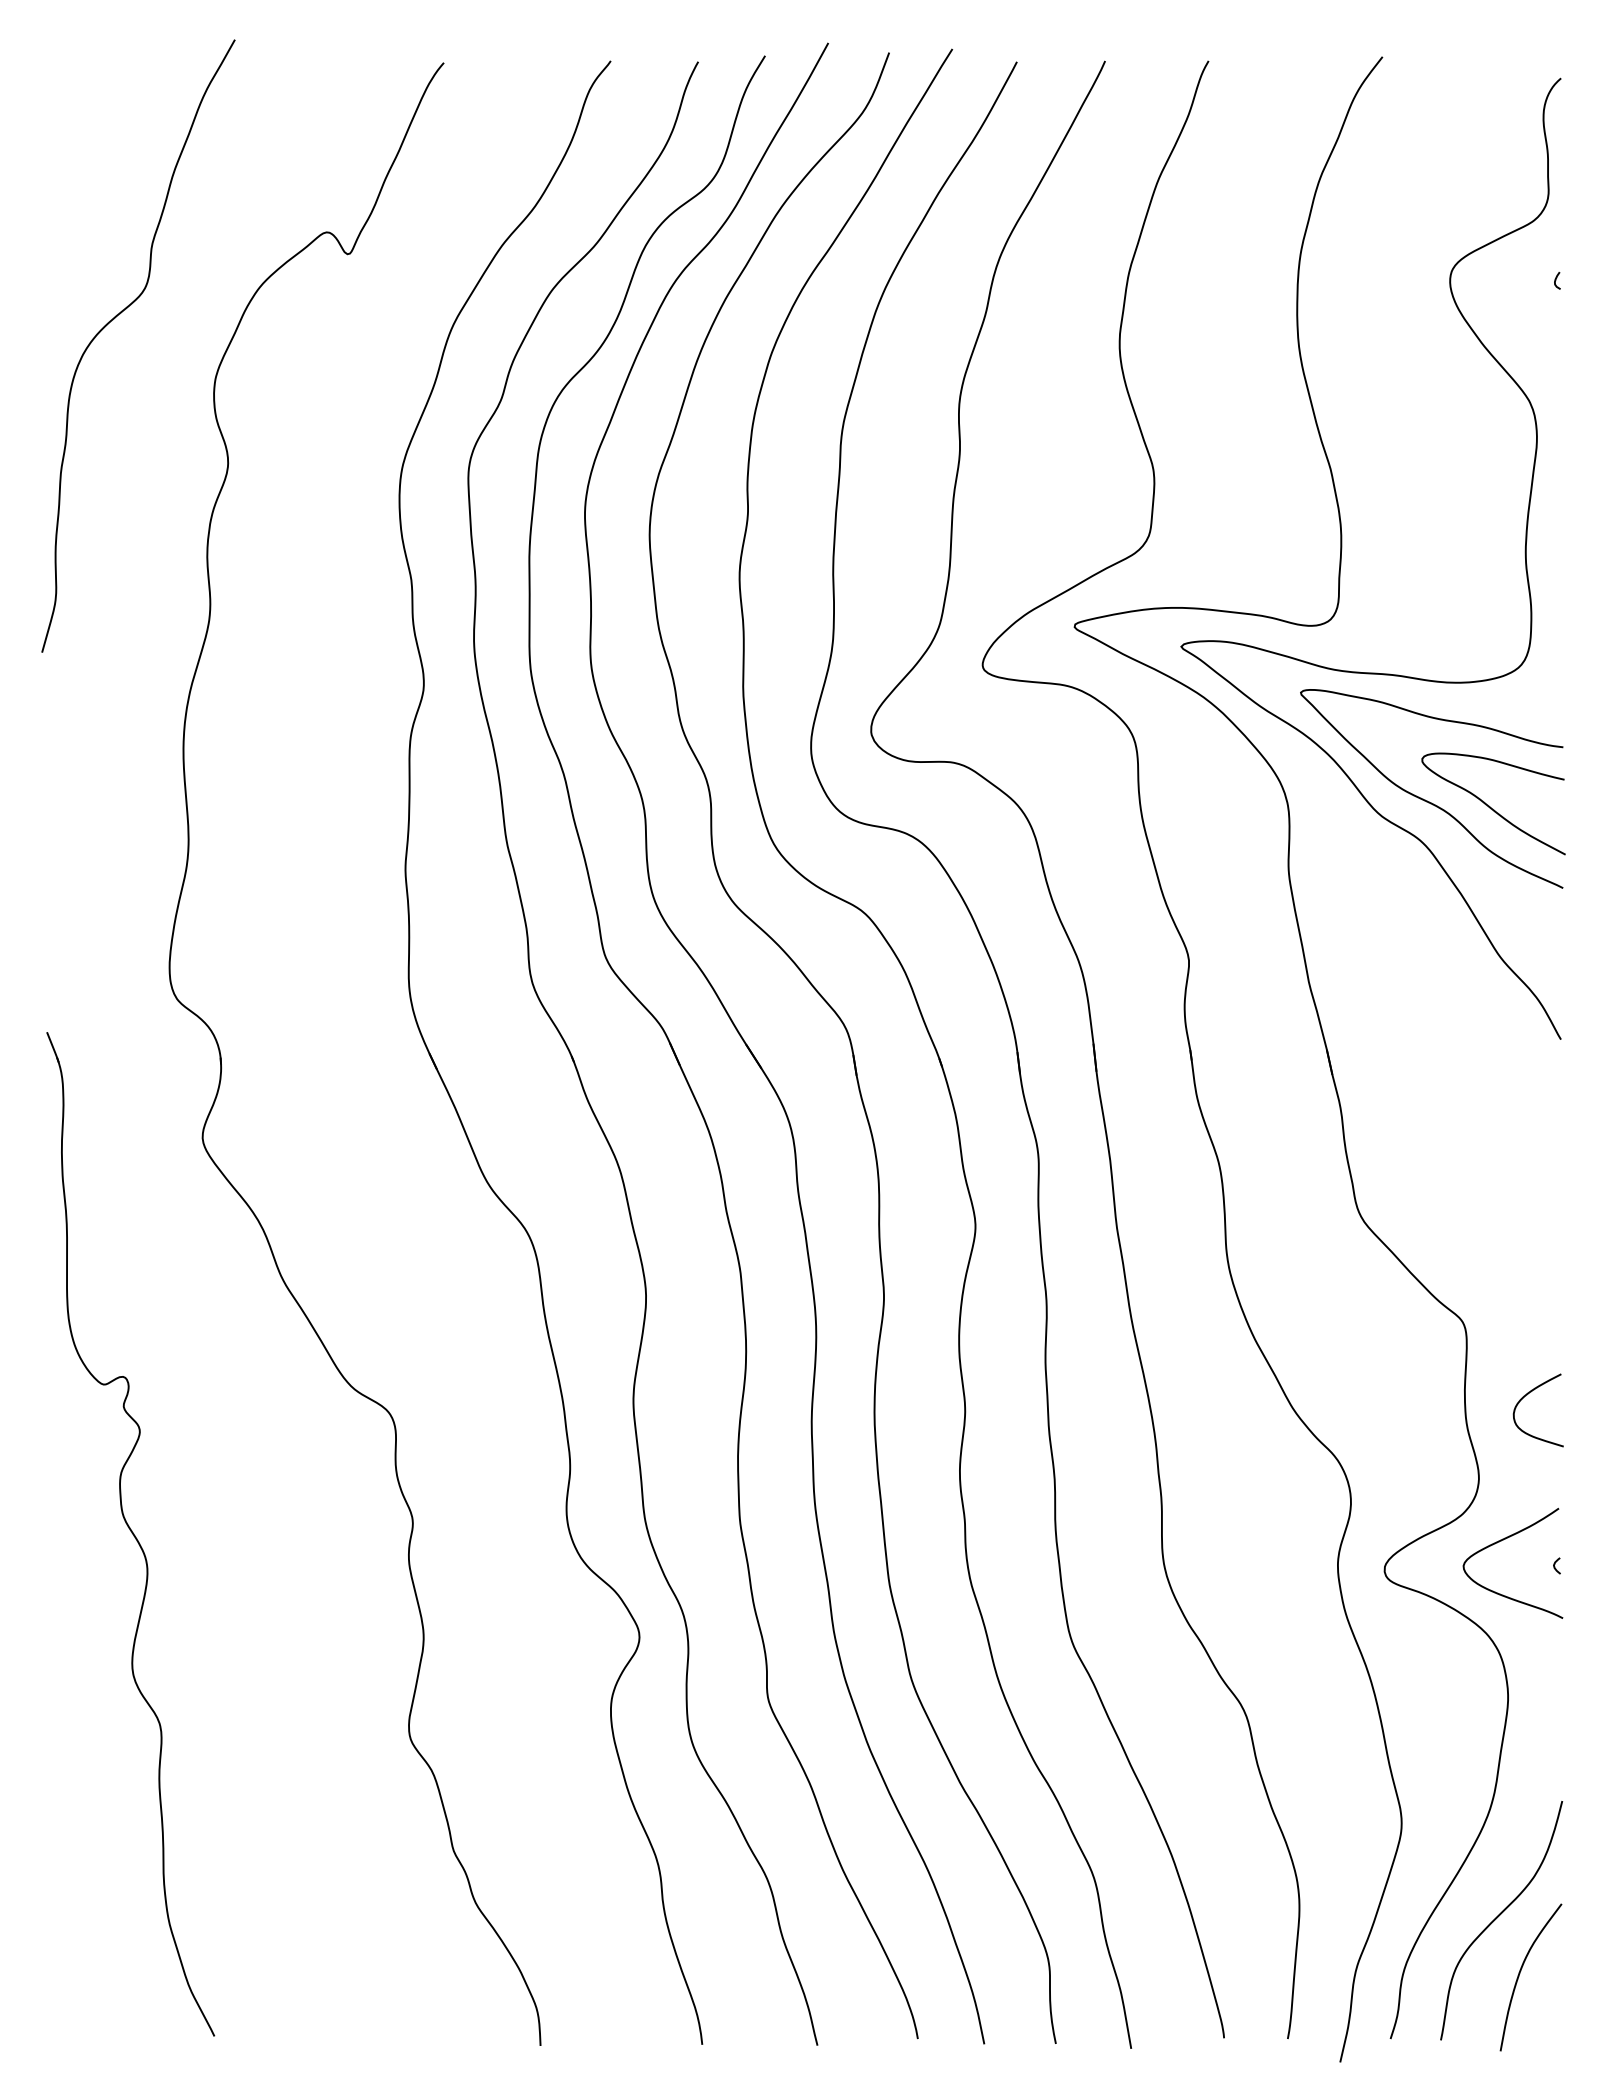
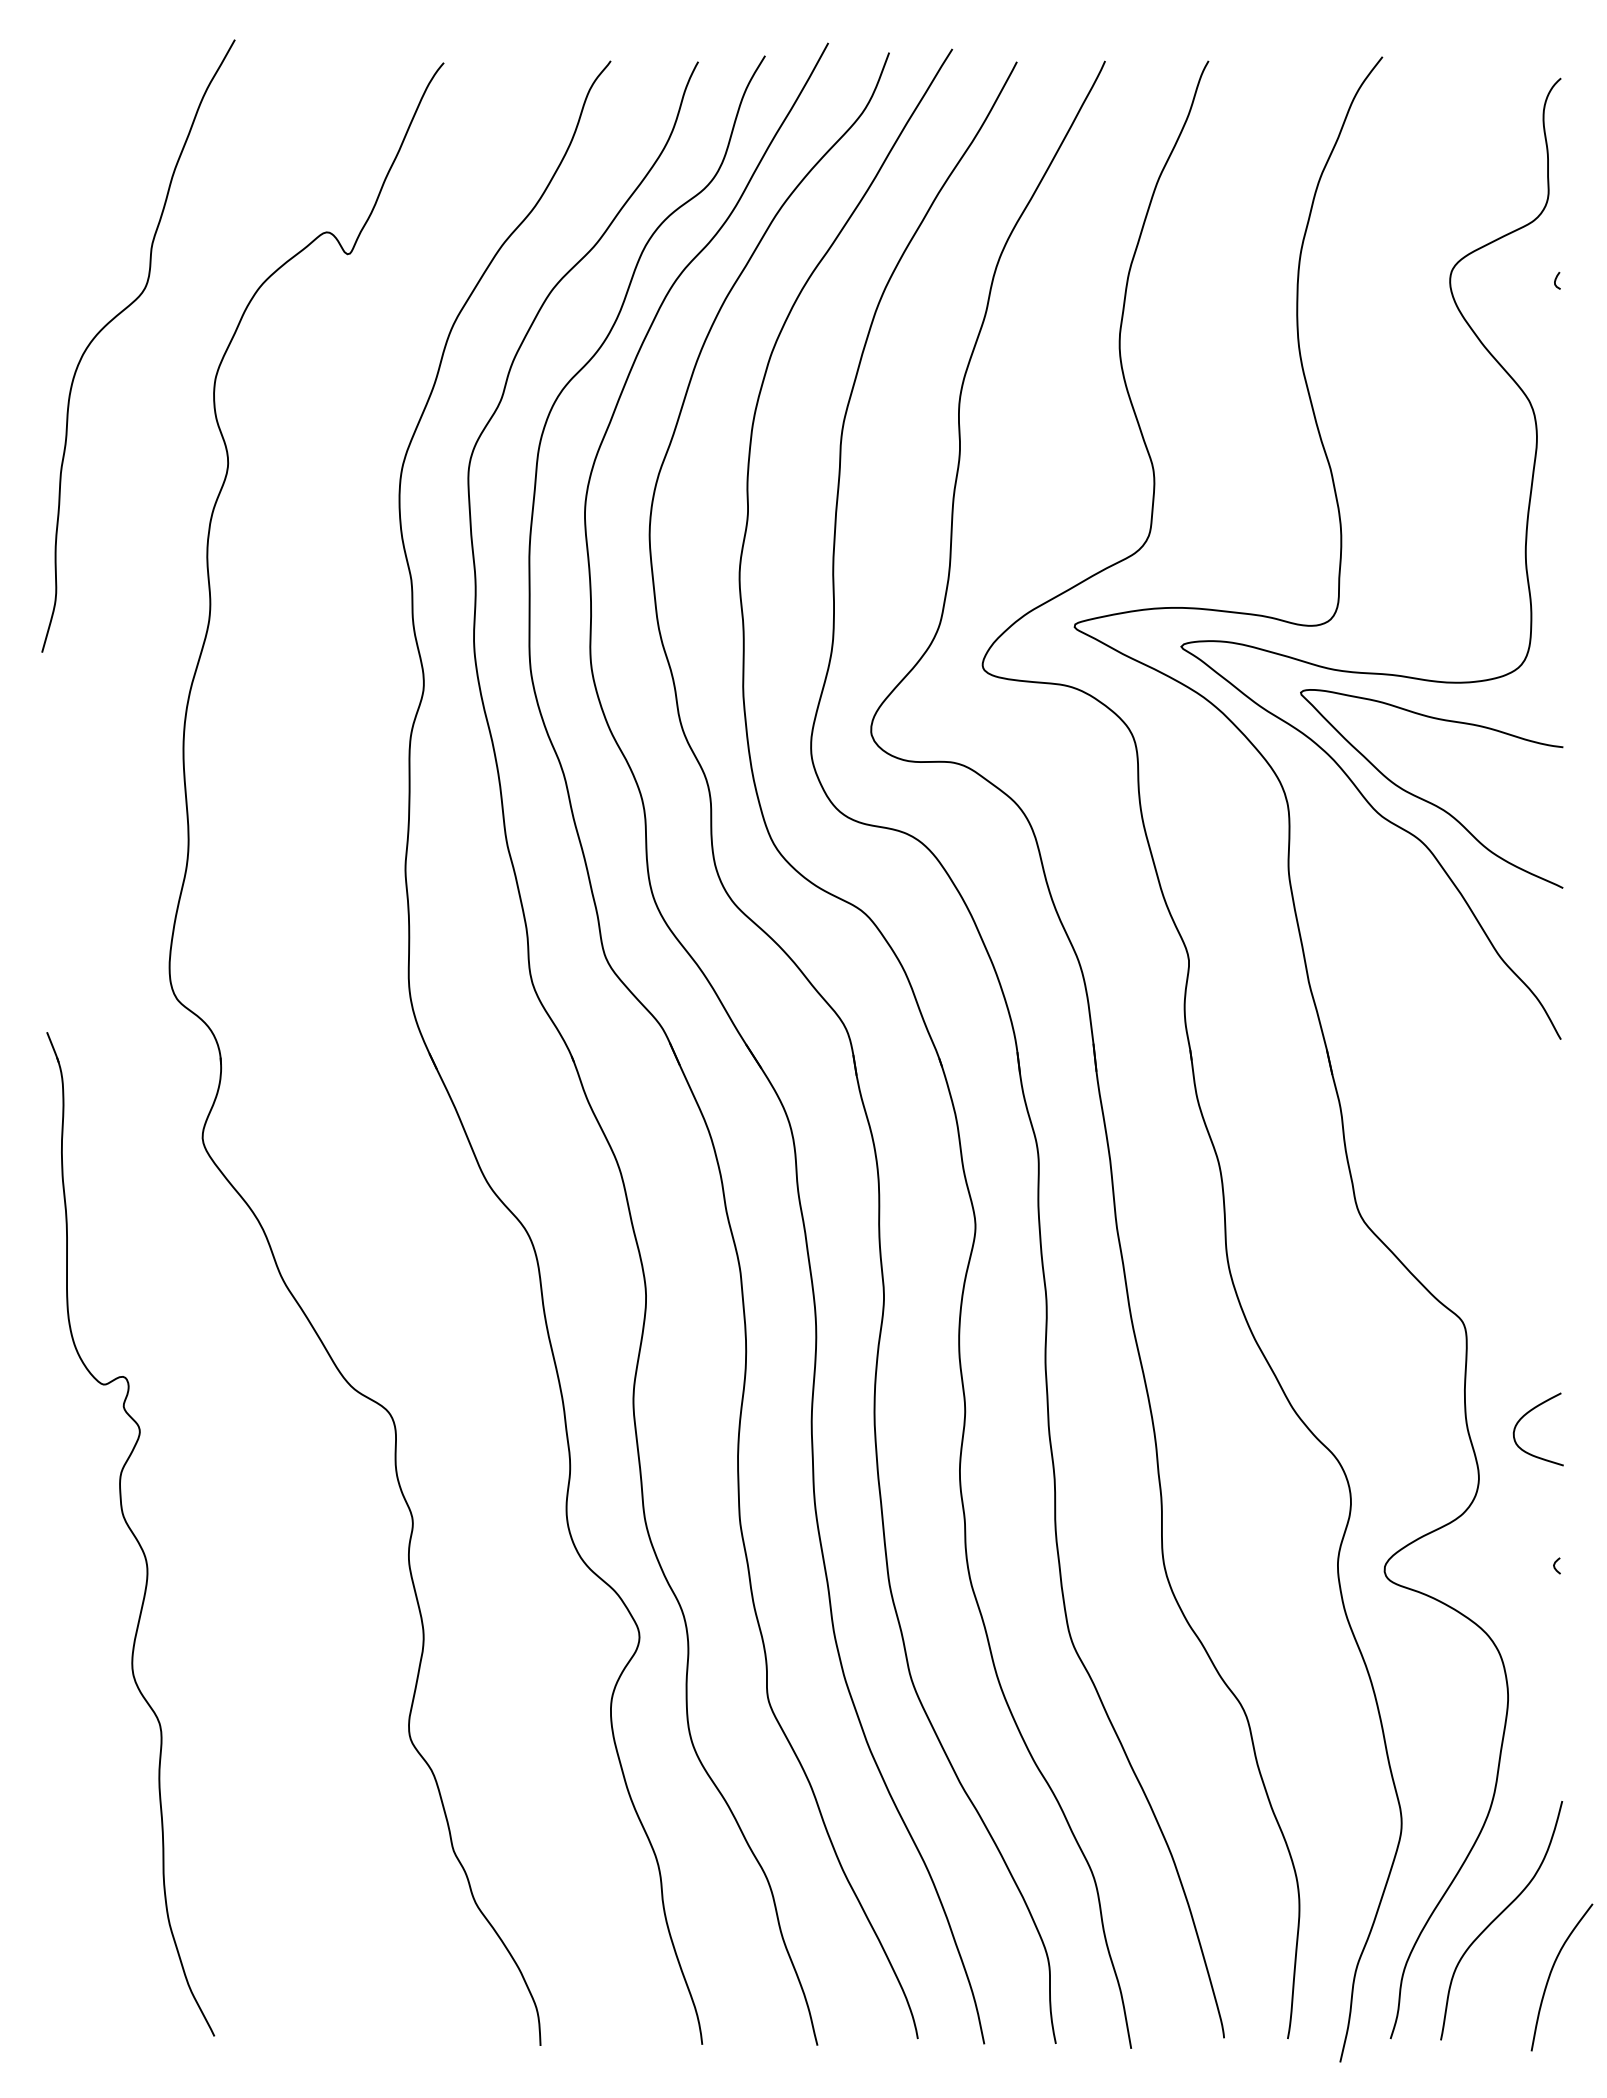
curve at (1490, 806): present -> none
curve at (1527, 1395) position: (1527, 1395) -> (1527, 1414)
curve at (1501, 1541): present -> none
curve at (1520, 1973) position: (1520, 1973) -> (1551, 1973)
